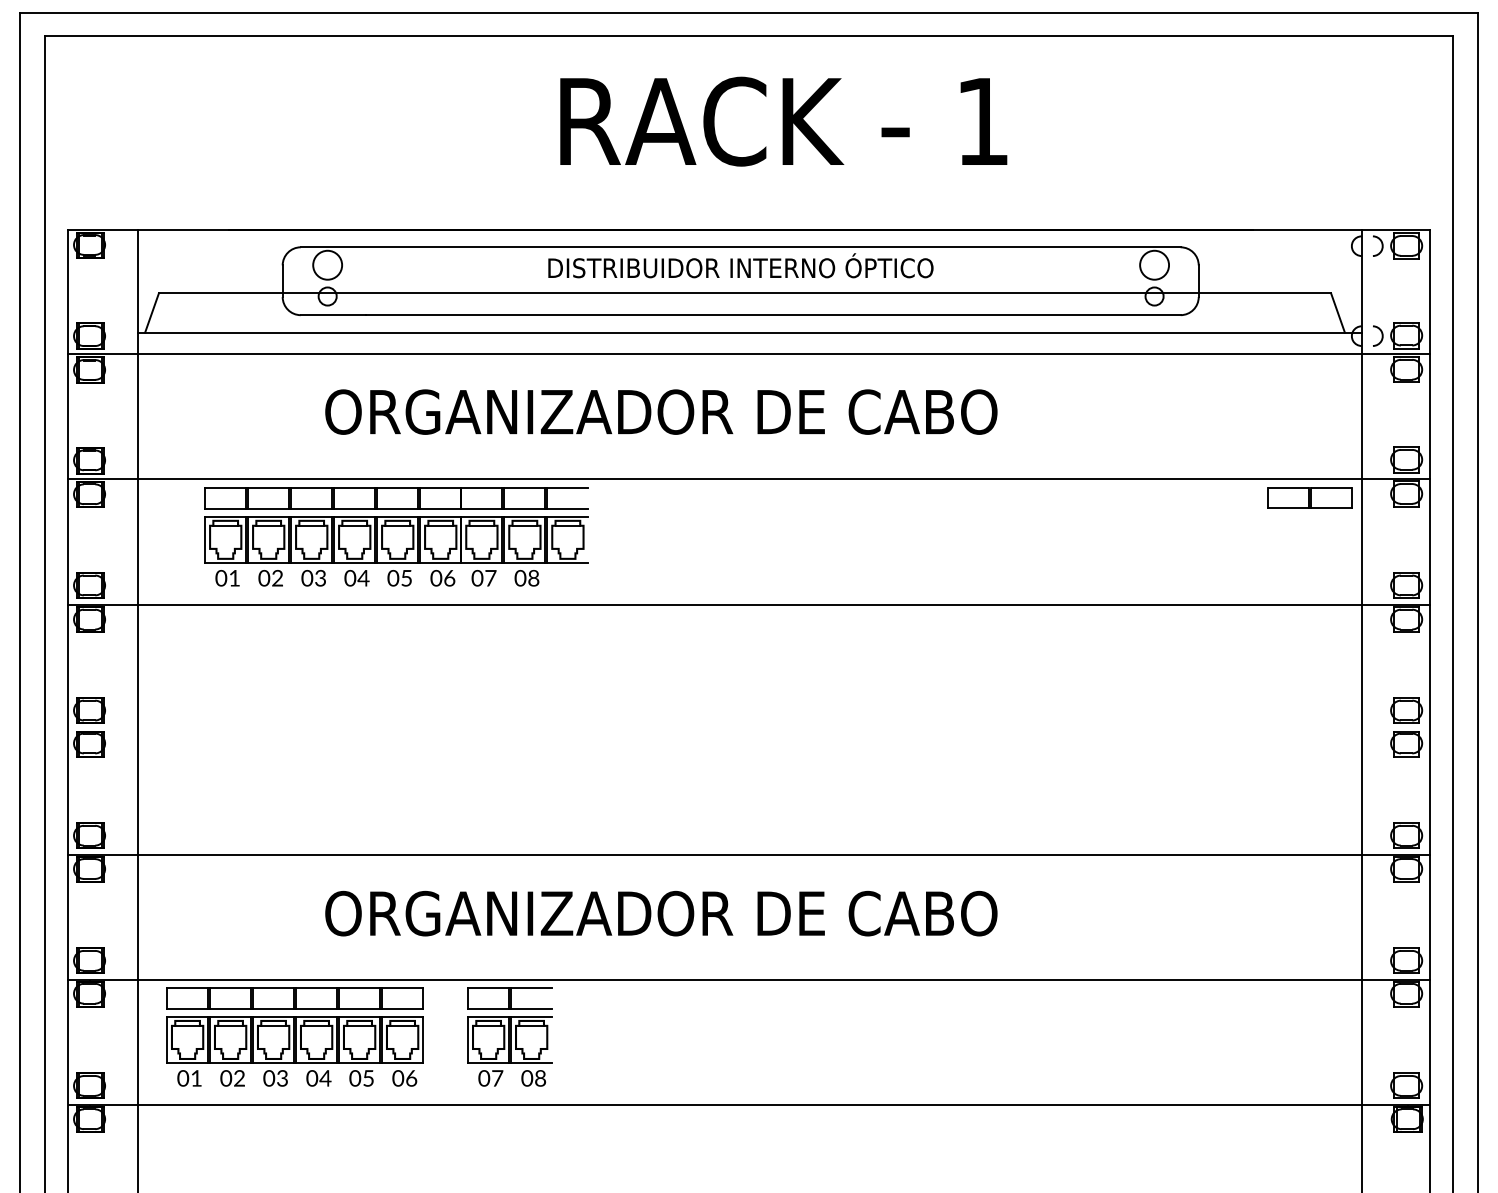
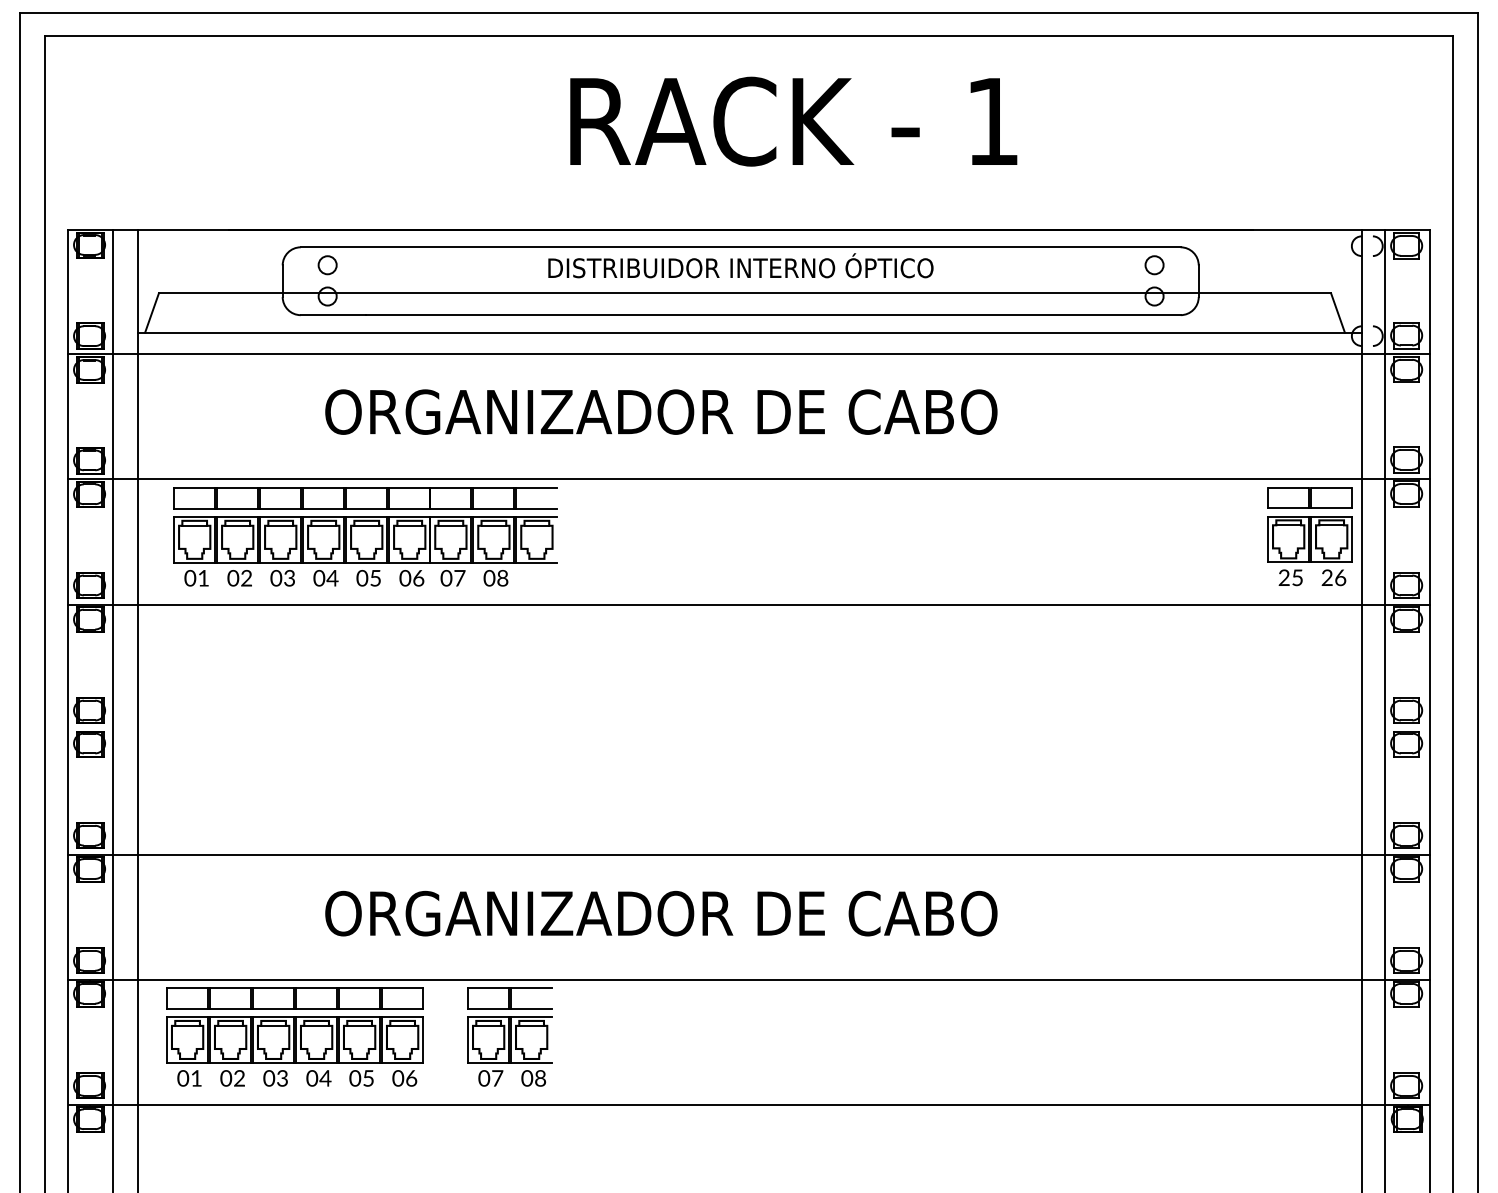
text at (783, 121) position: (783, 121) -> (793, 121)
circle at (327, 264) diameter: 29 px -> 18 px
circle at (1154, 264) diameter: 29 px -> 18 px
part at (396, 536) position: (396, 536) -> (365, 536)
part at (1309, 551): none -> present
line at (112, 709): none -> present
line at (1385, 709): none -> present
